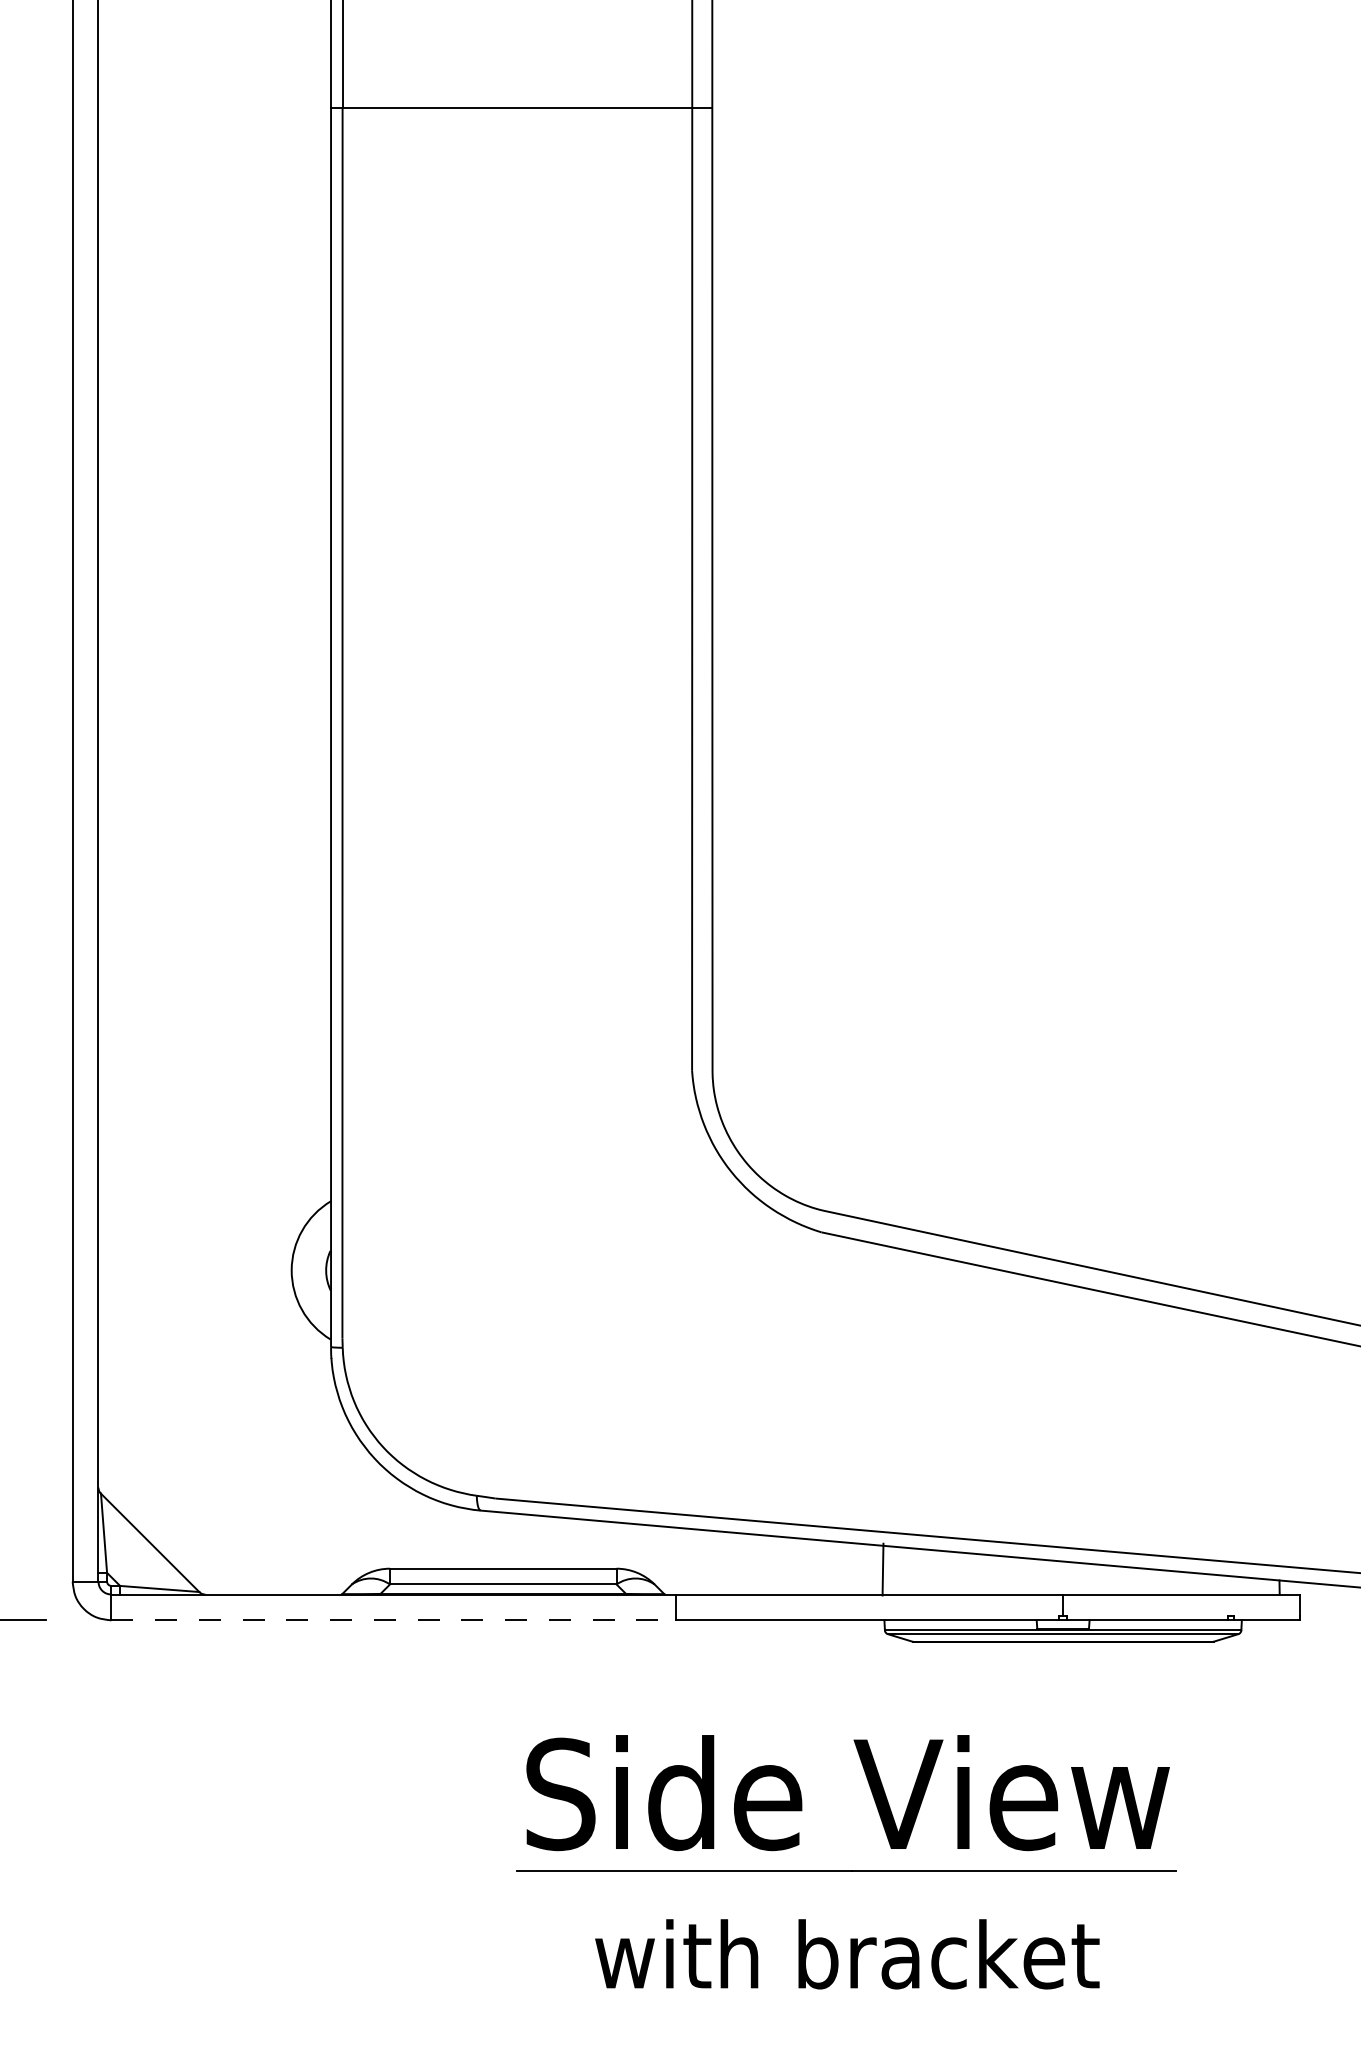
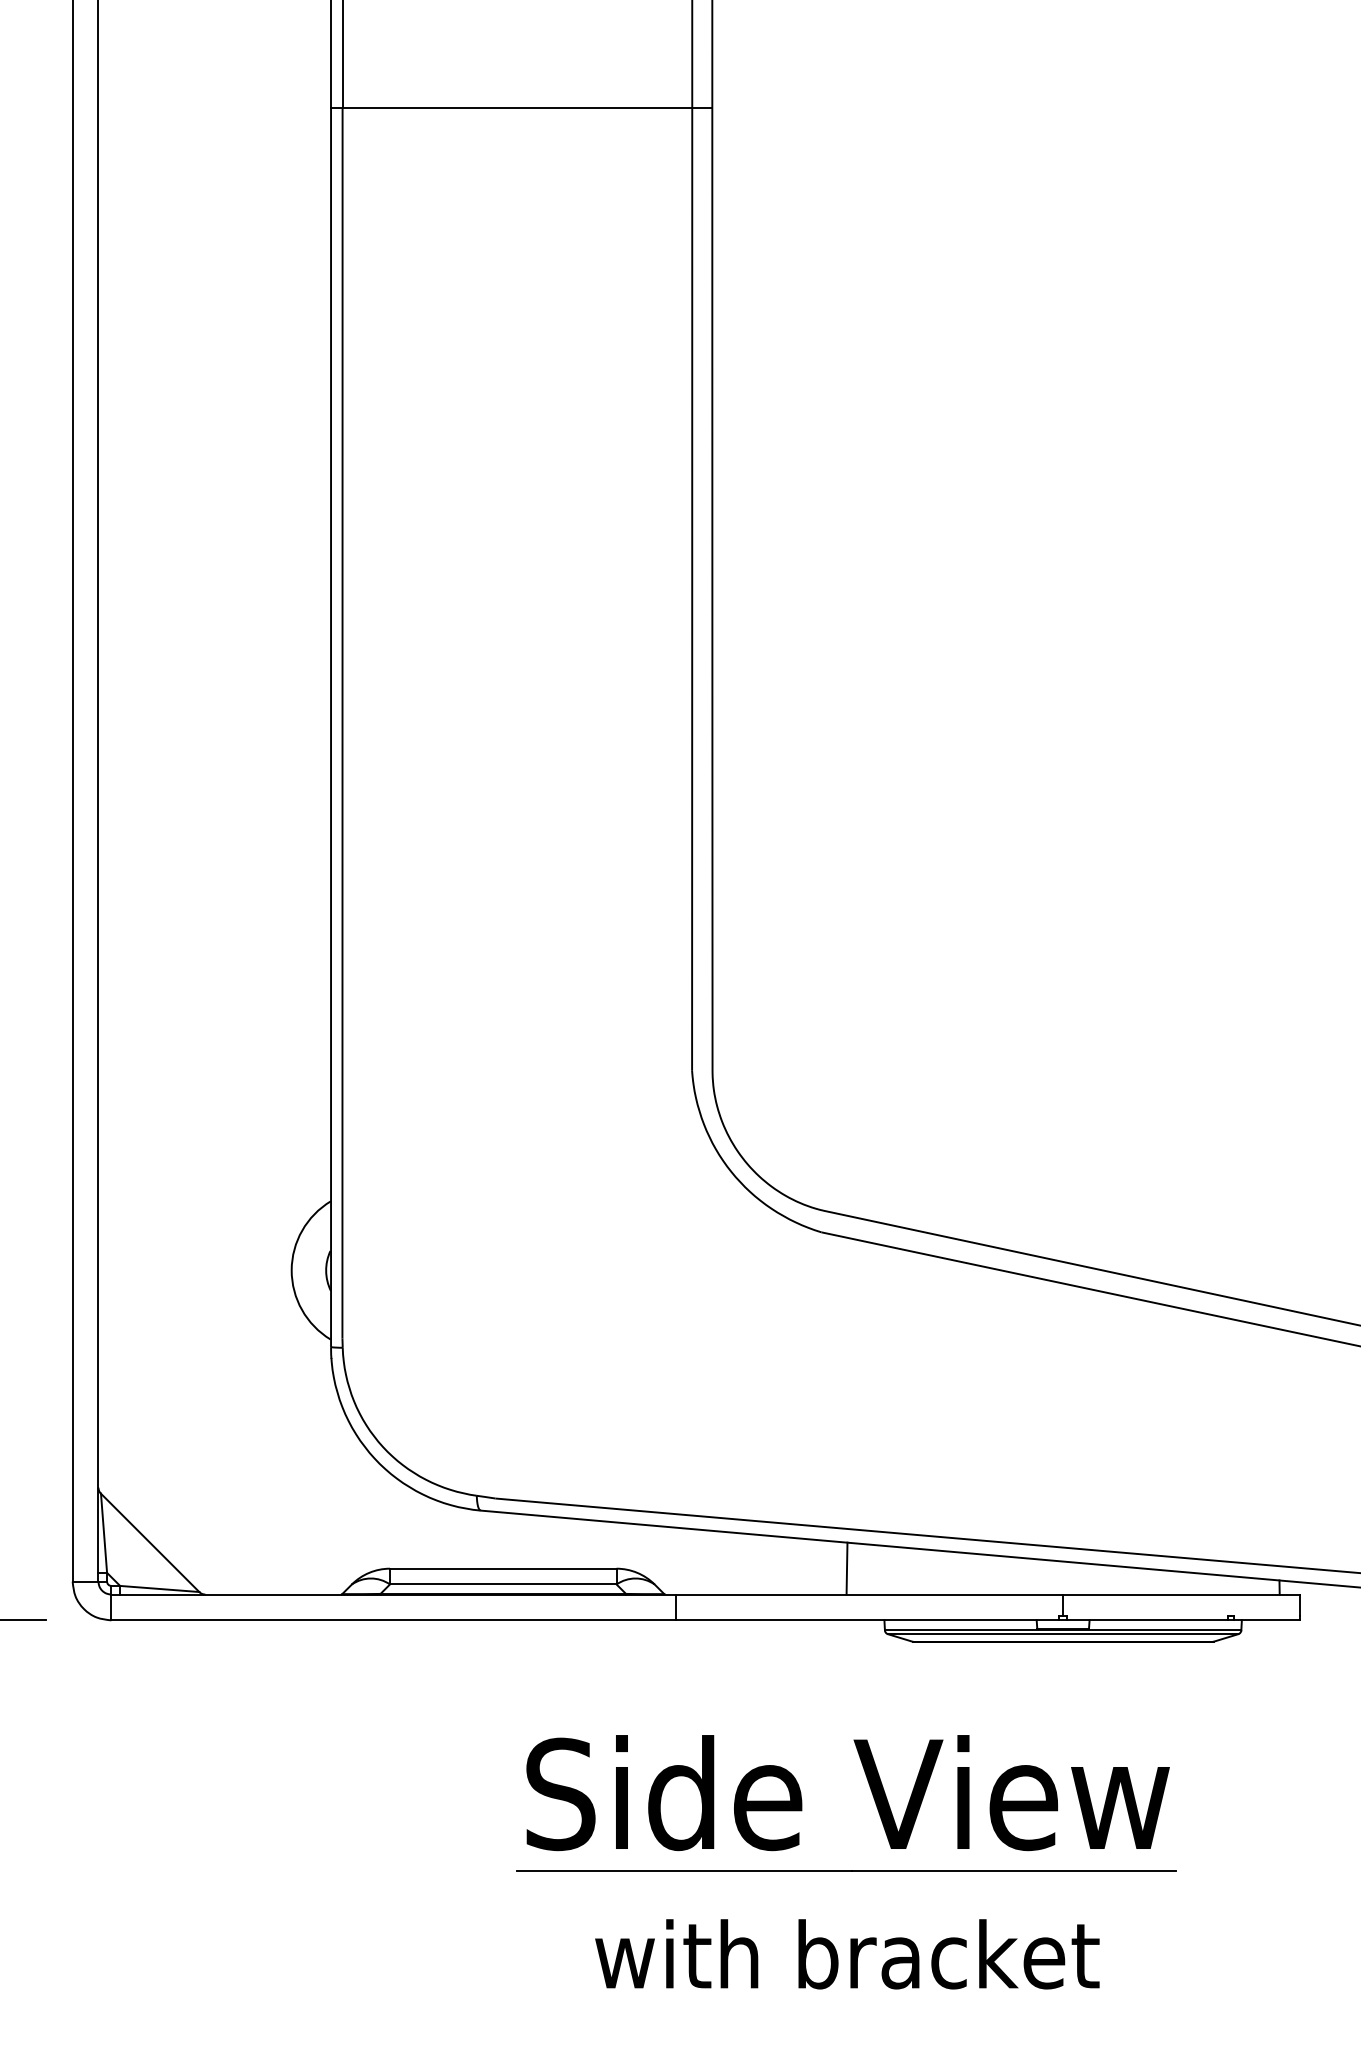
line at (882, 1569) position: (882, 1569) -> (846, 1568)
line at (393, 1620): dashed -> solid
